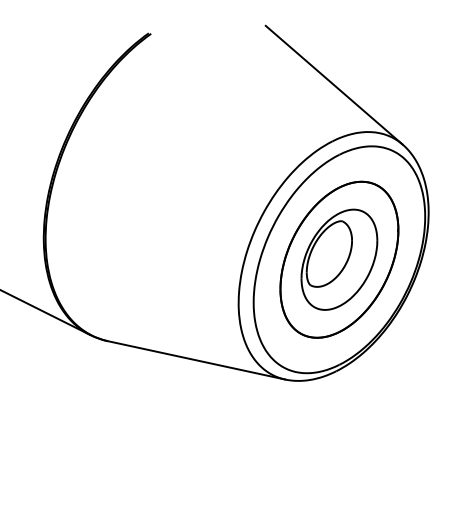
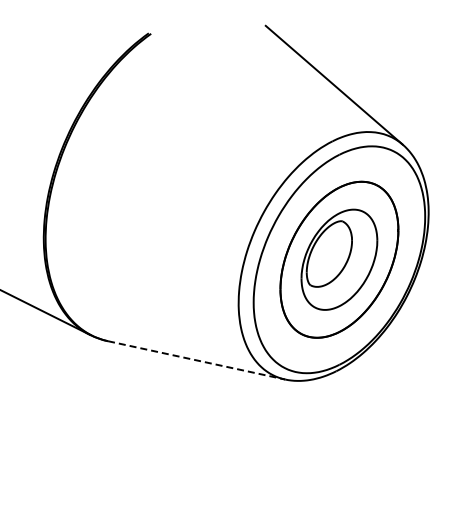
line at (196, 360): solid -> dashed
